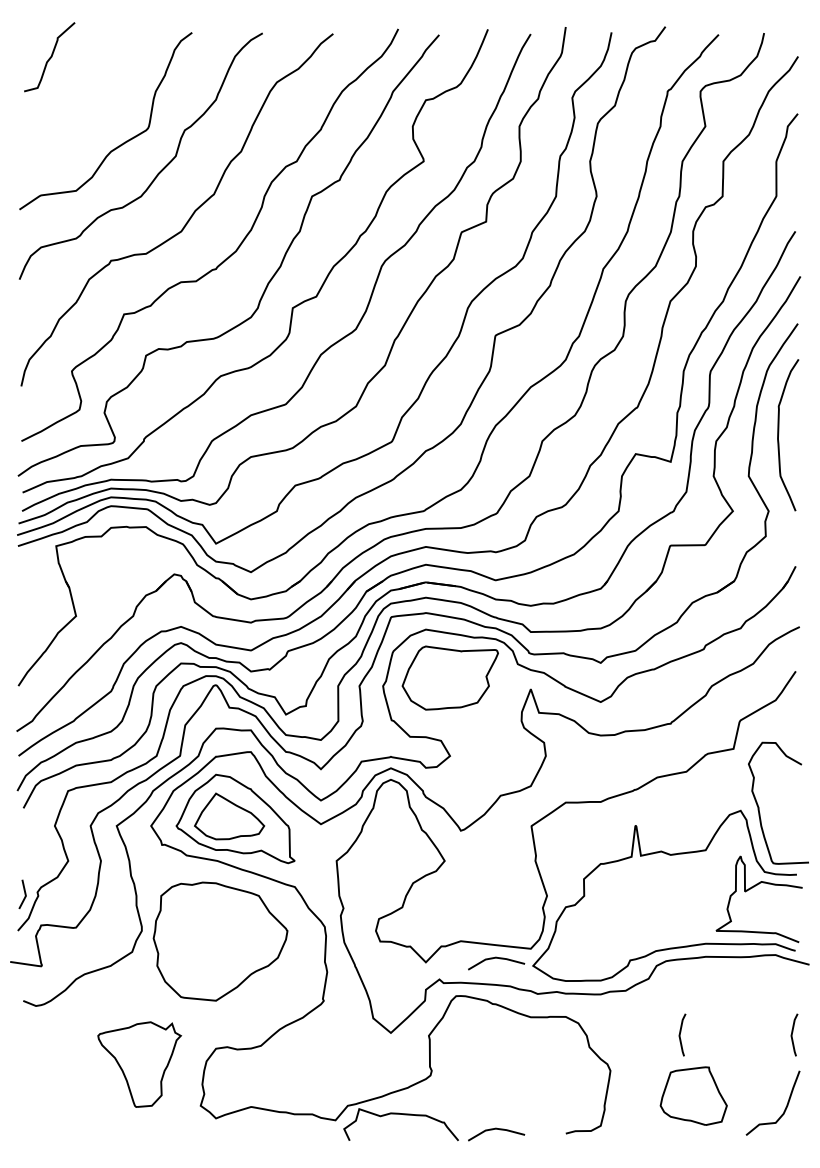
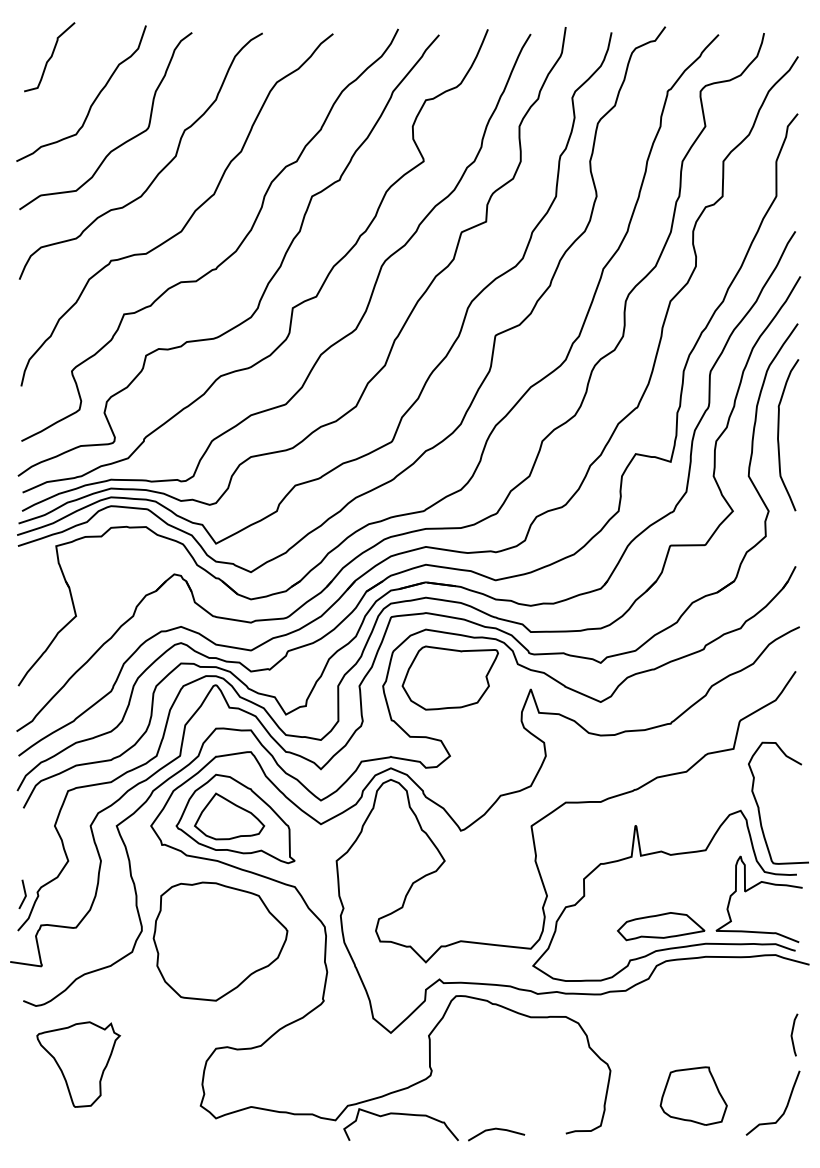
curve at (93, 100): none -> present
part at (661, 926): none -> present
line at (496, 958): present -> none
line at (680, 1034): present -> none
part at (139, 1064) position: (139, 1064) -> (78, 1064)
